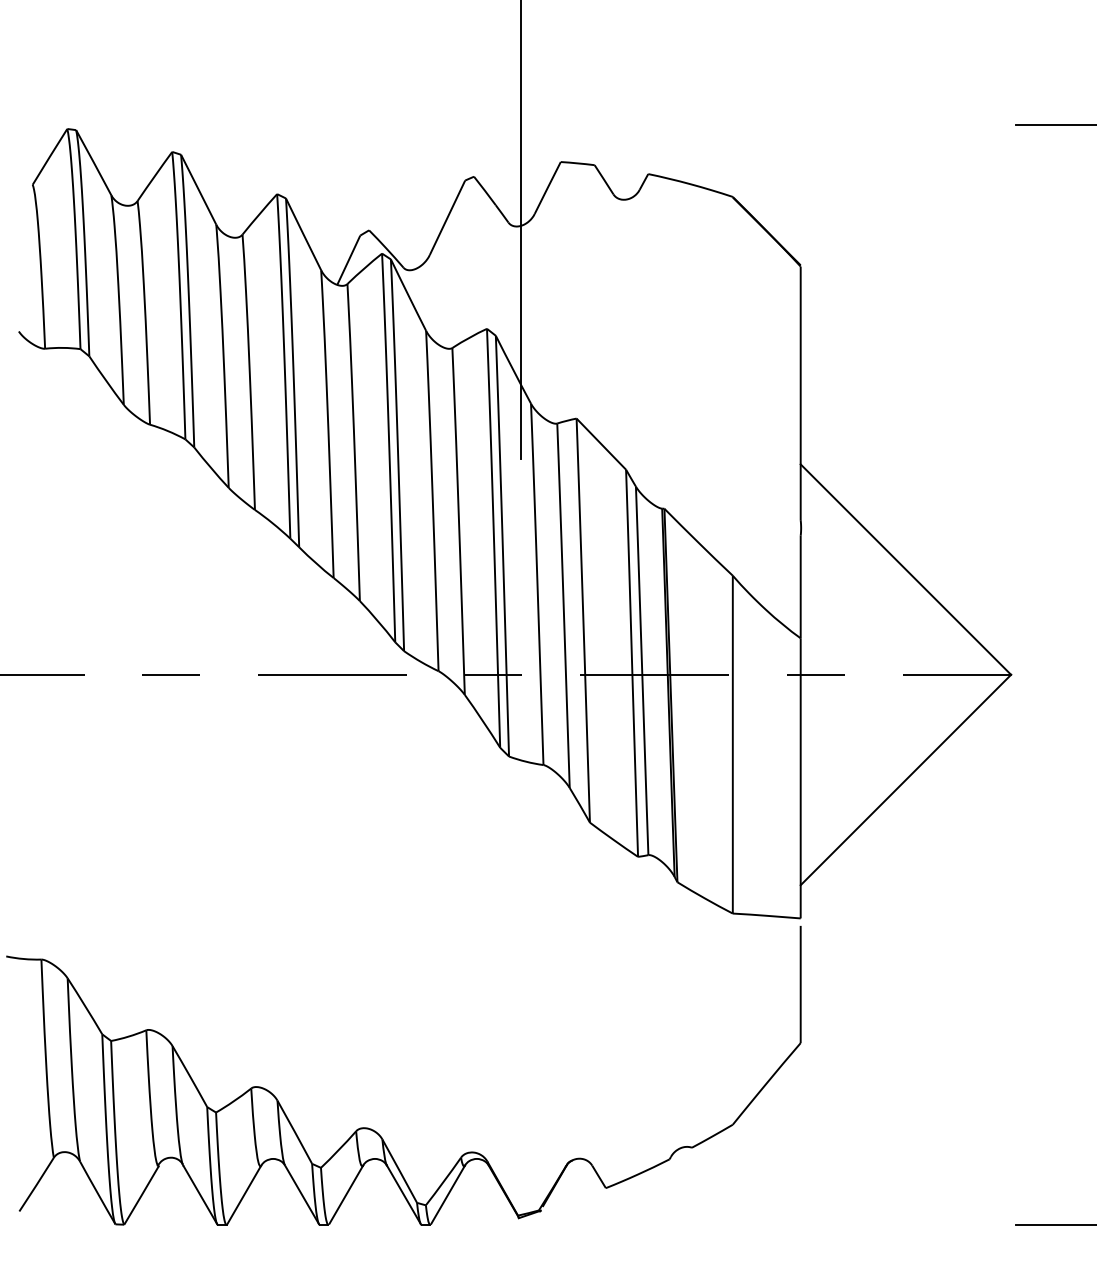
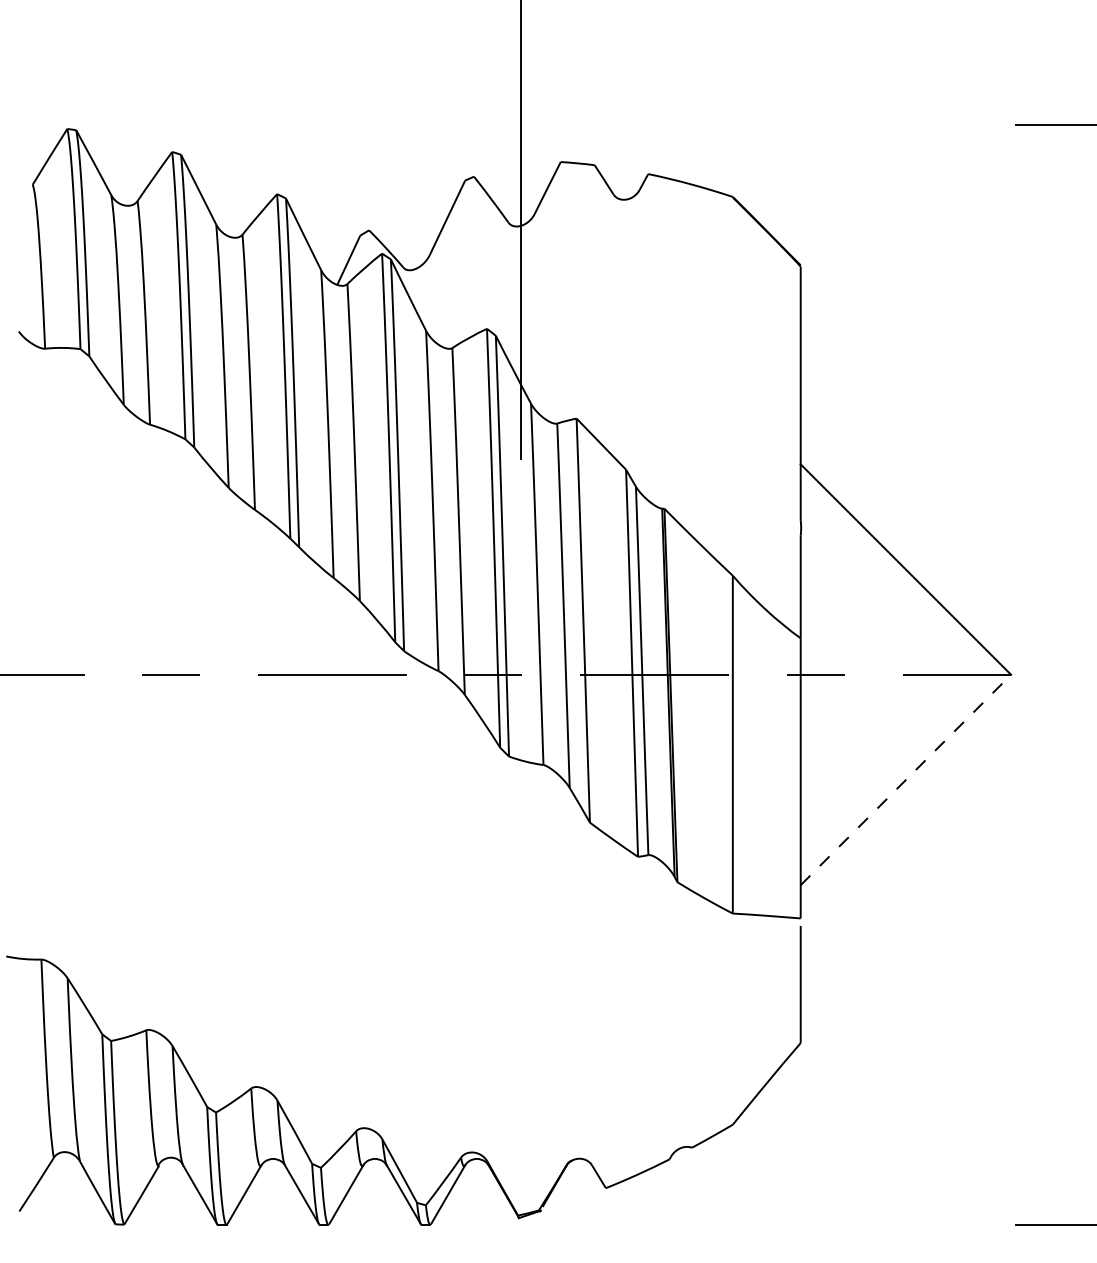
line at (905, 780): solid -> dashed
